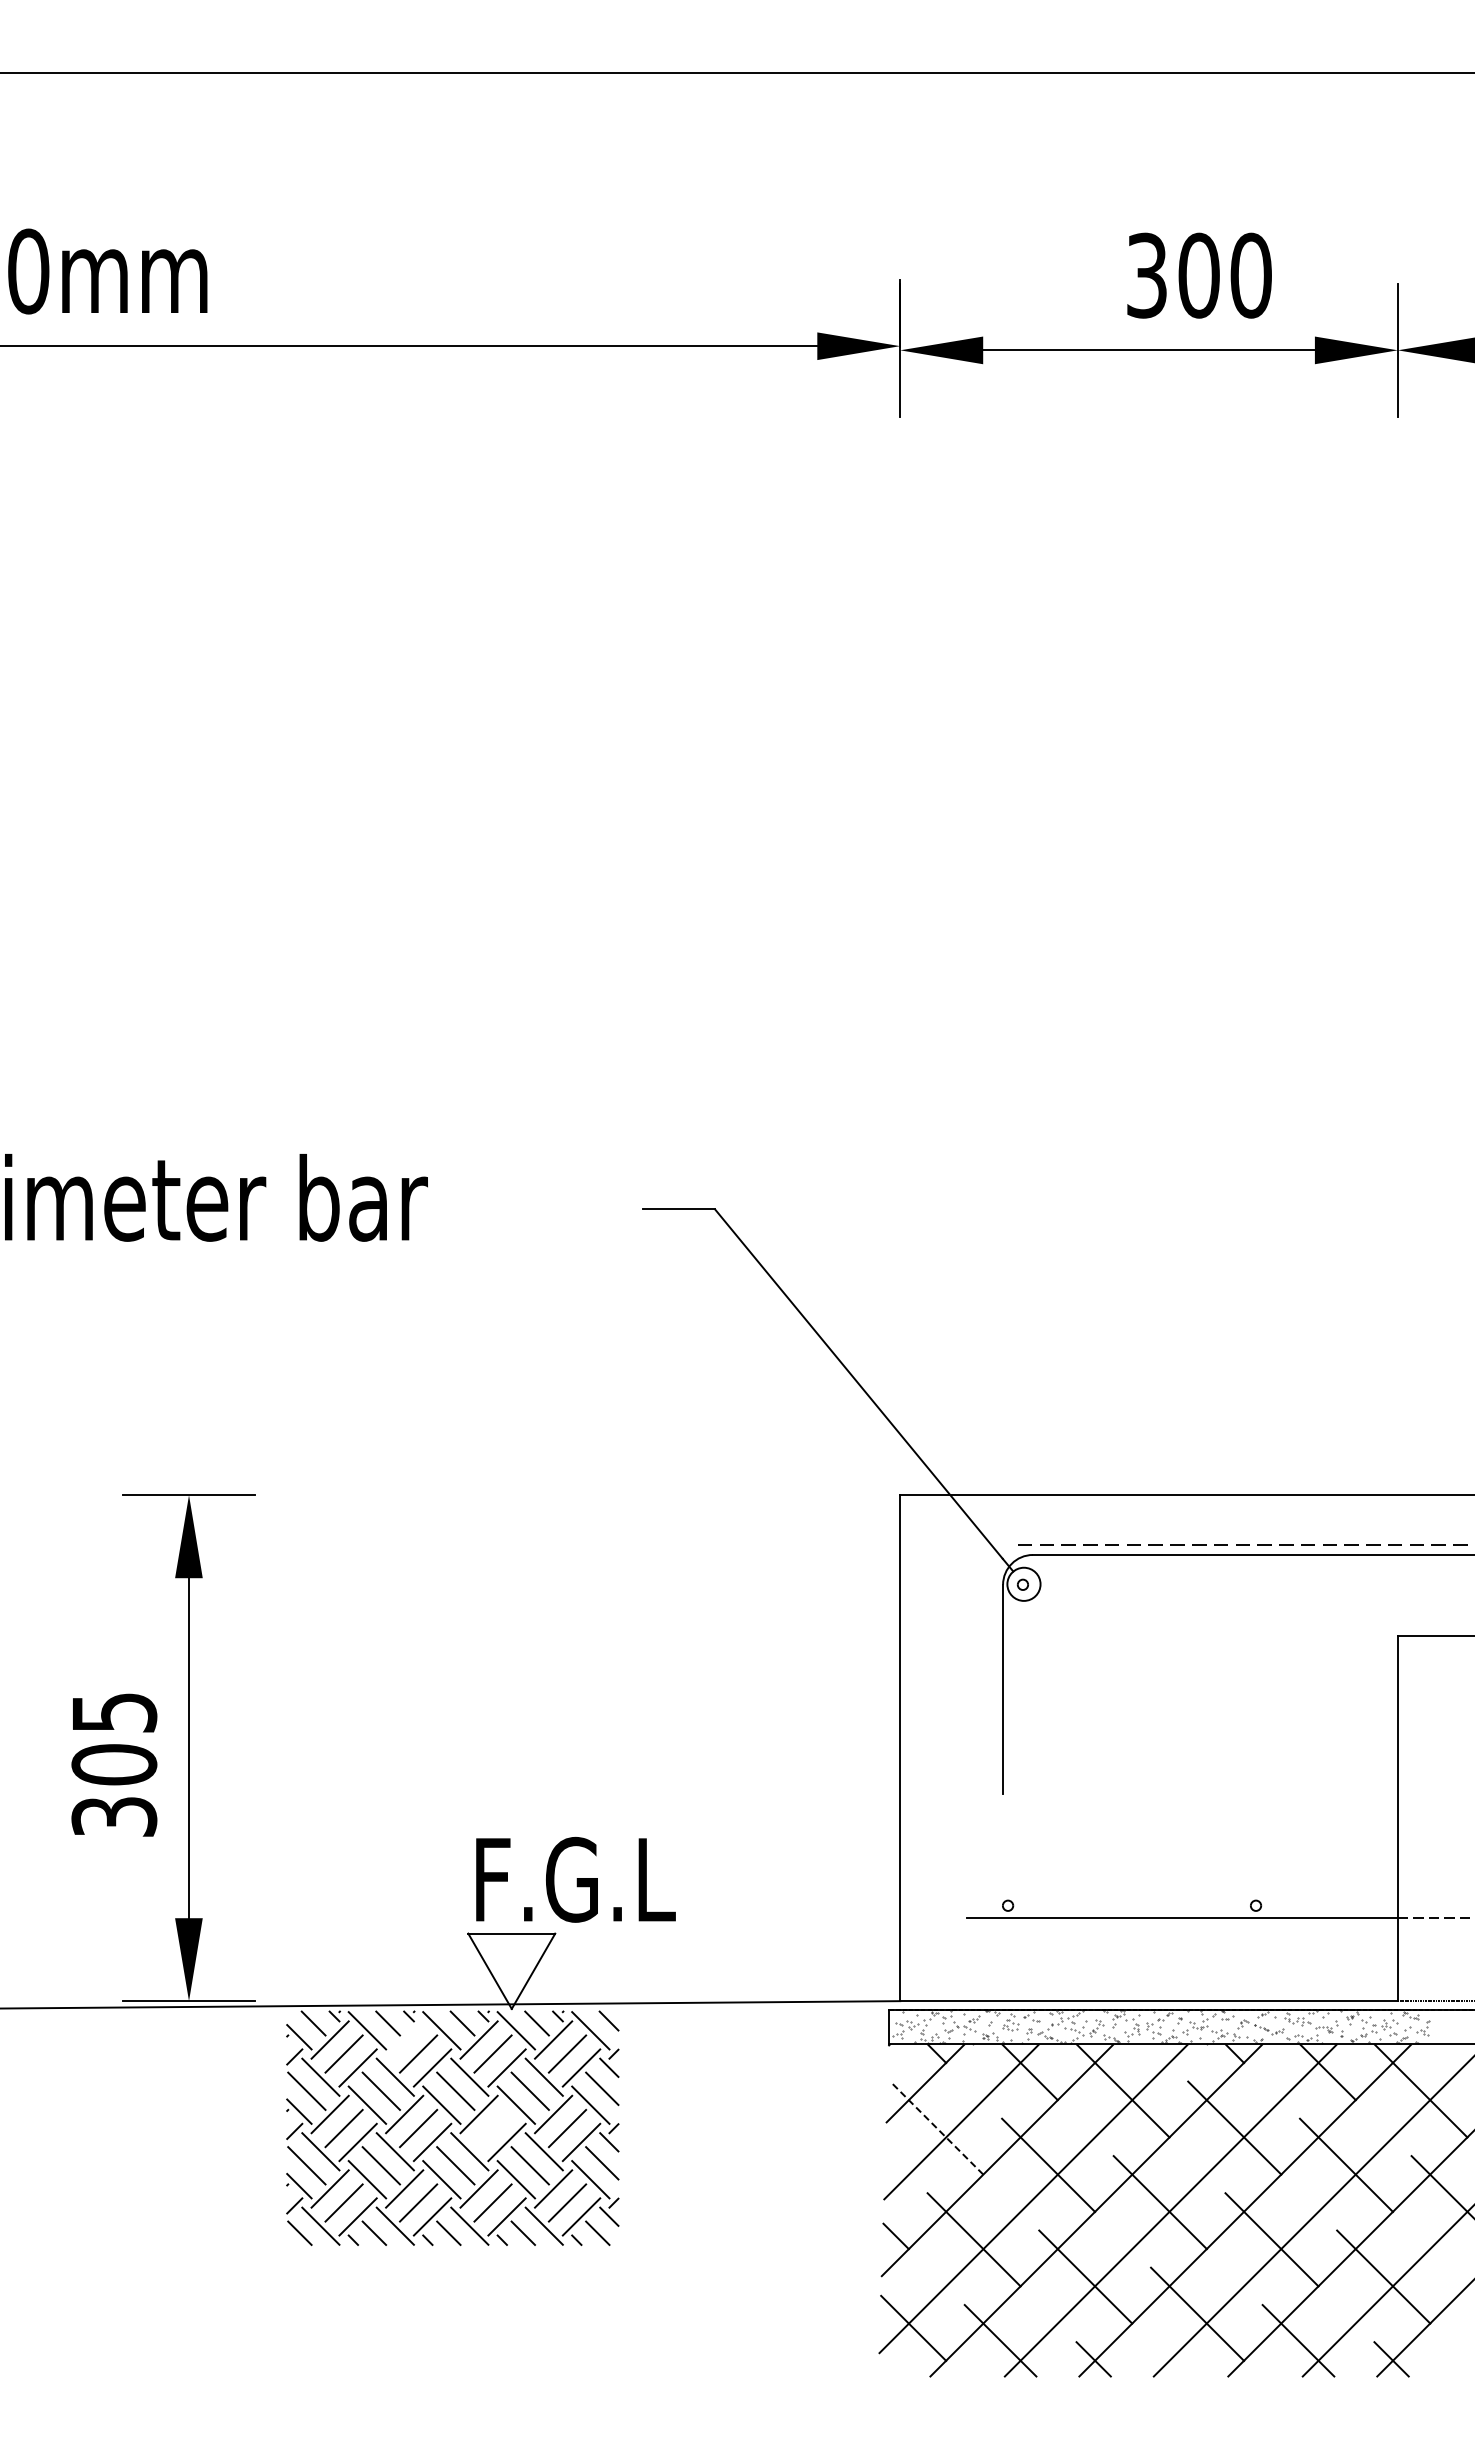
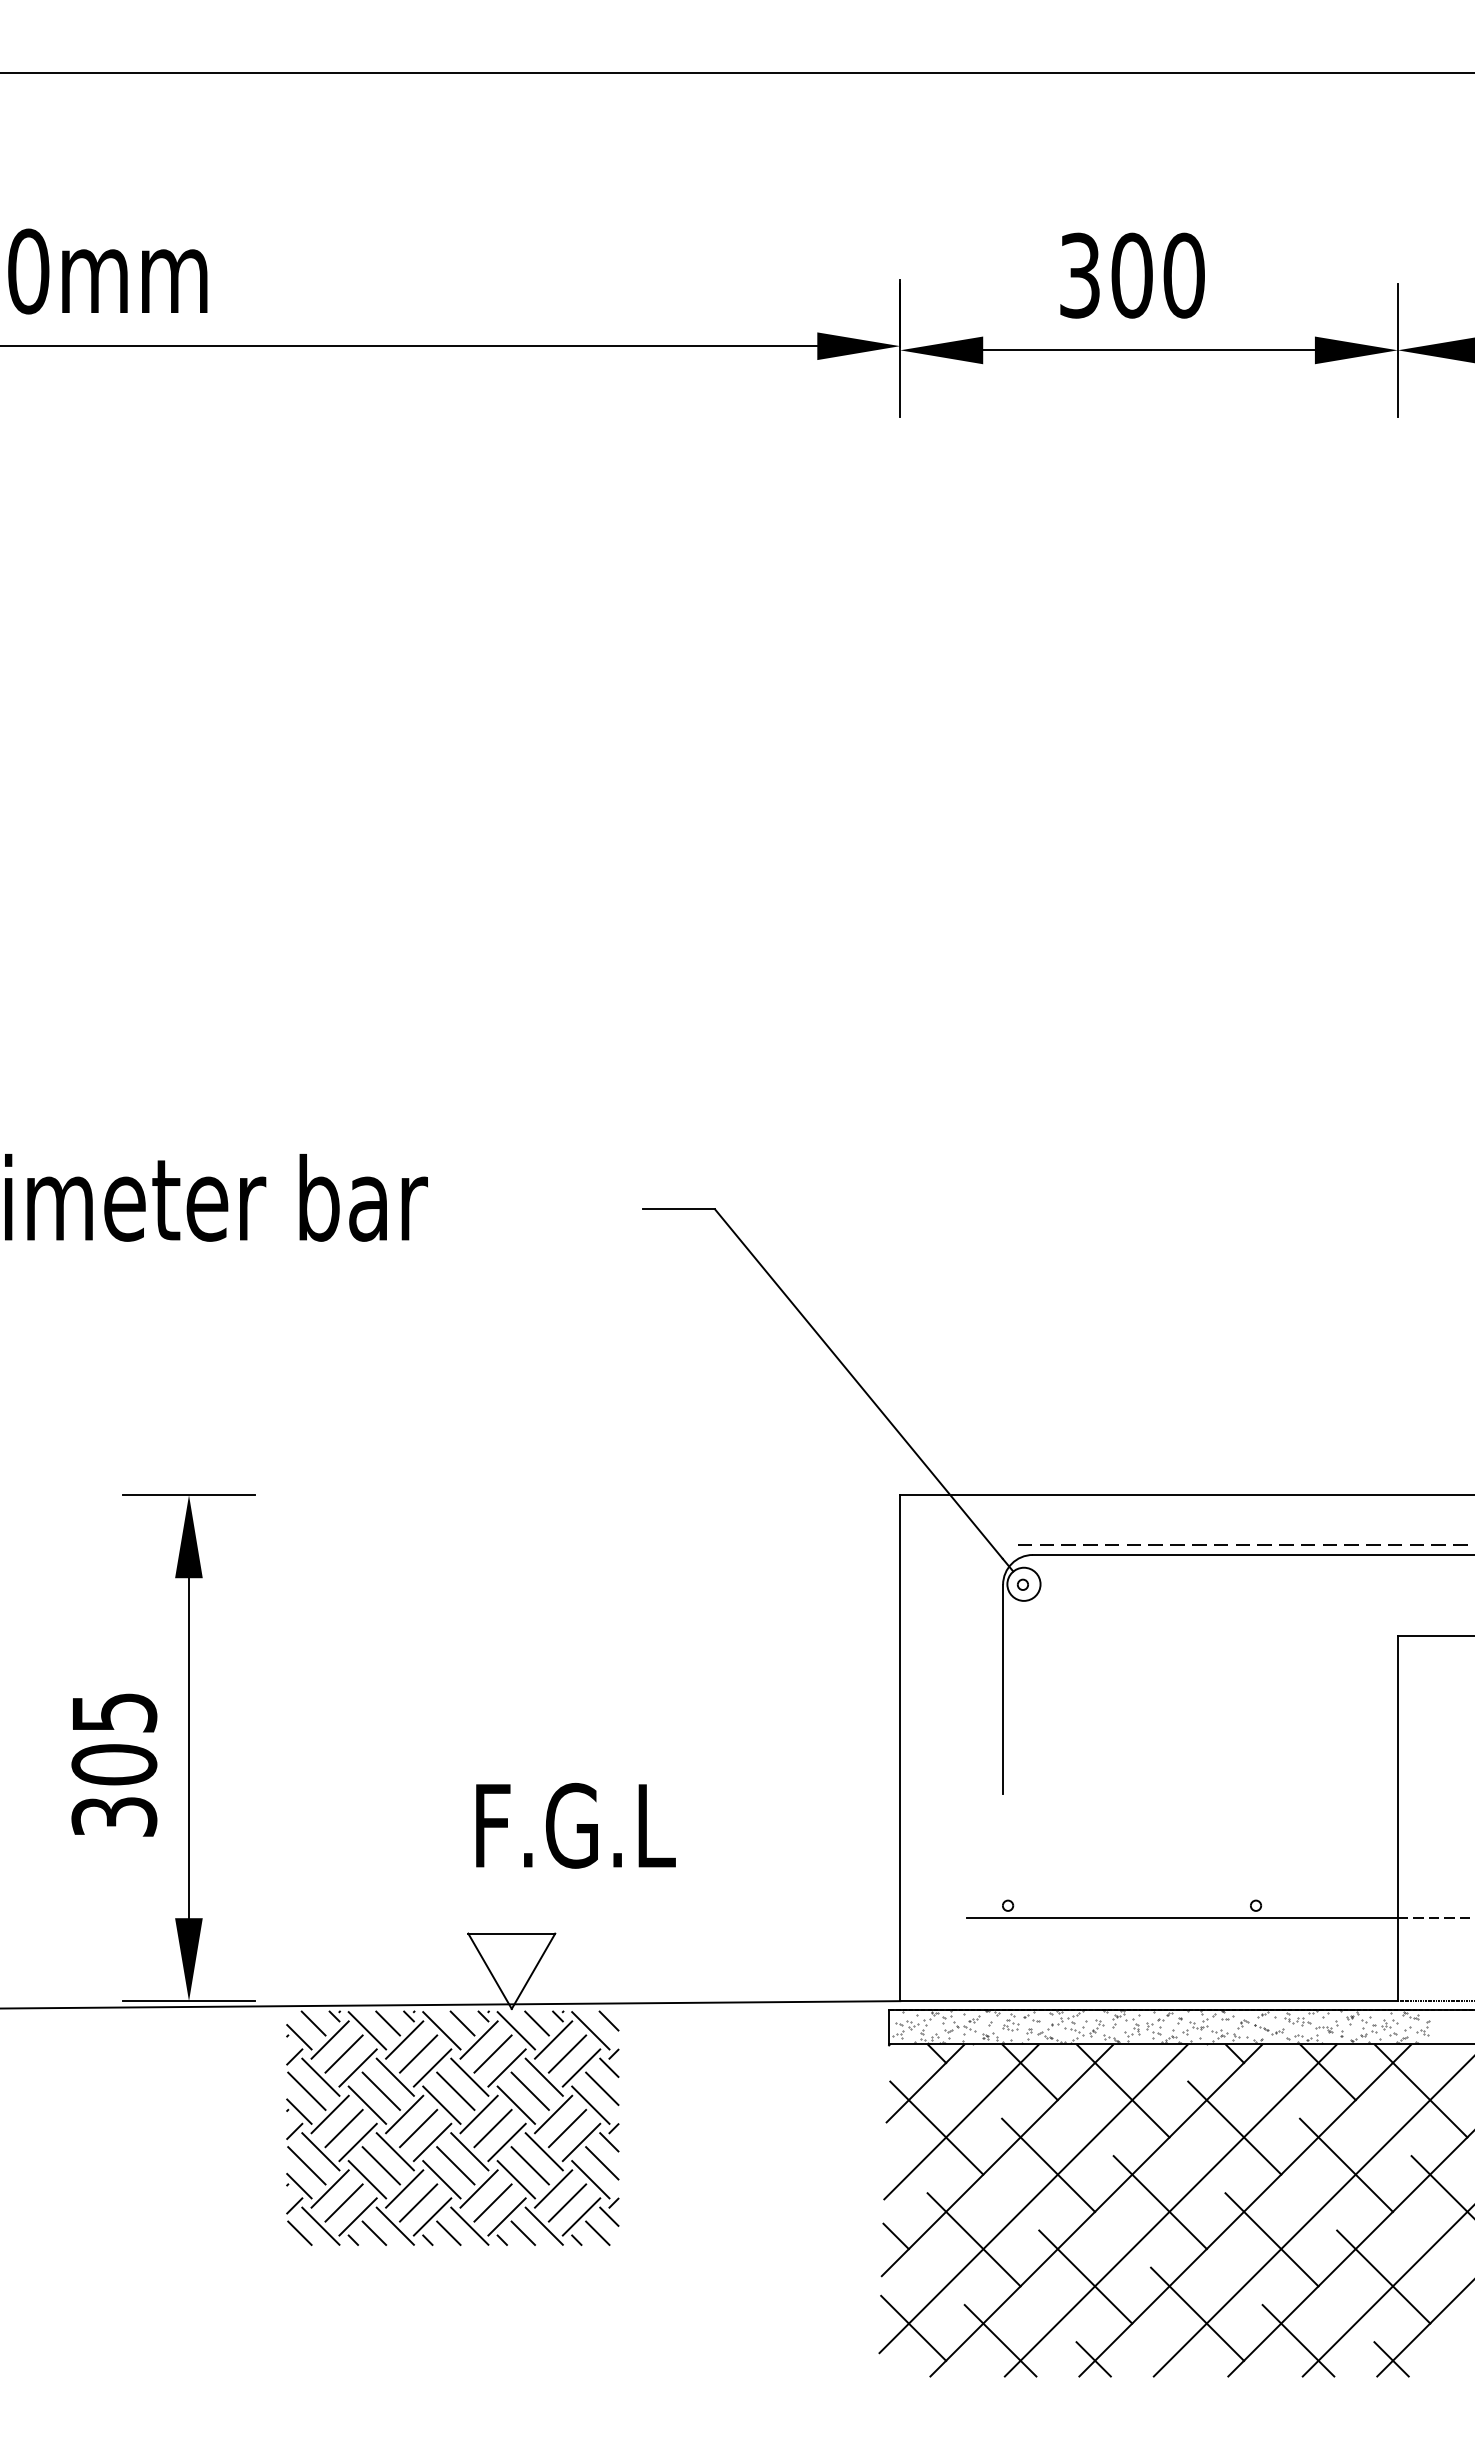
text at (1199, 275) position: (1199, 275) -> (1132, 275)
text at (575, 1879) position: (575, 1879) -> (575, 1825)
line at (404, 2039): none -> present
line at (492, 2128): none -> present
line at (936, 2128): dashed -> solid
